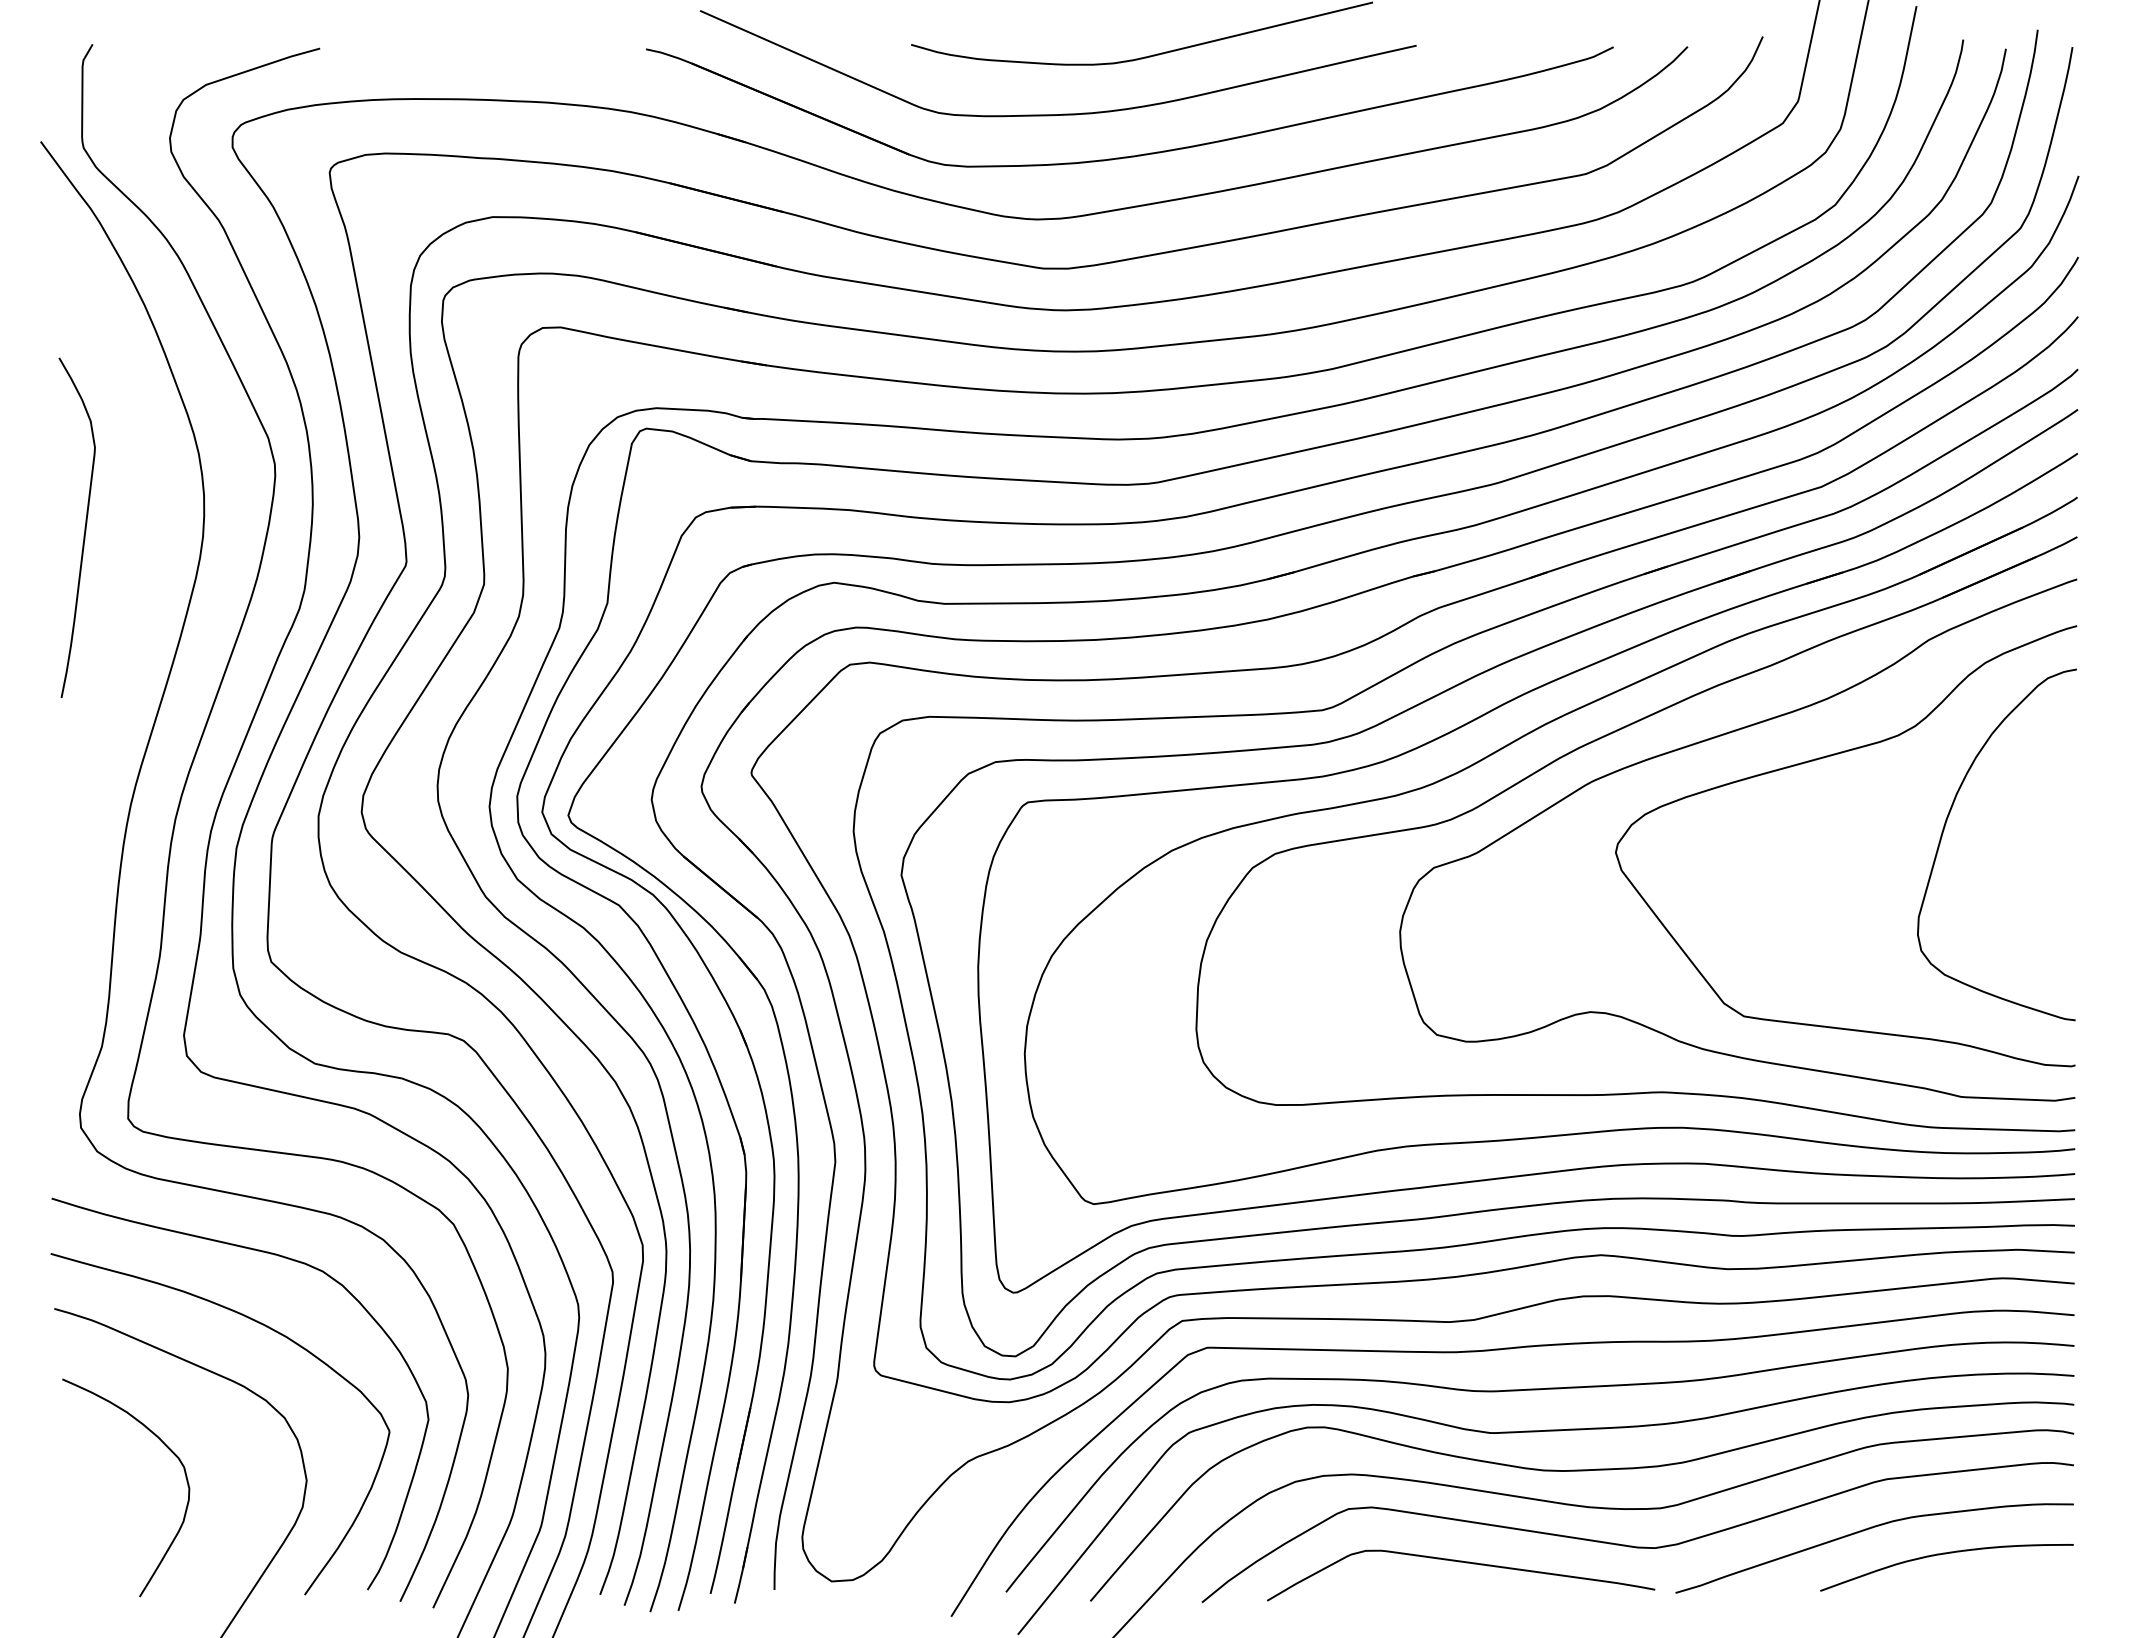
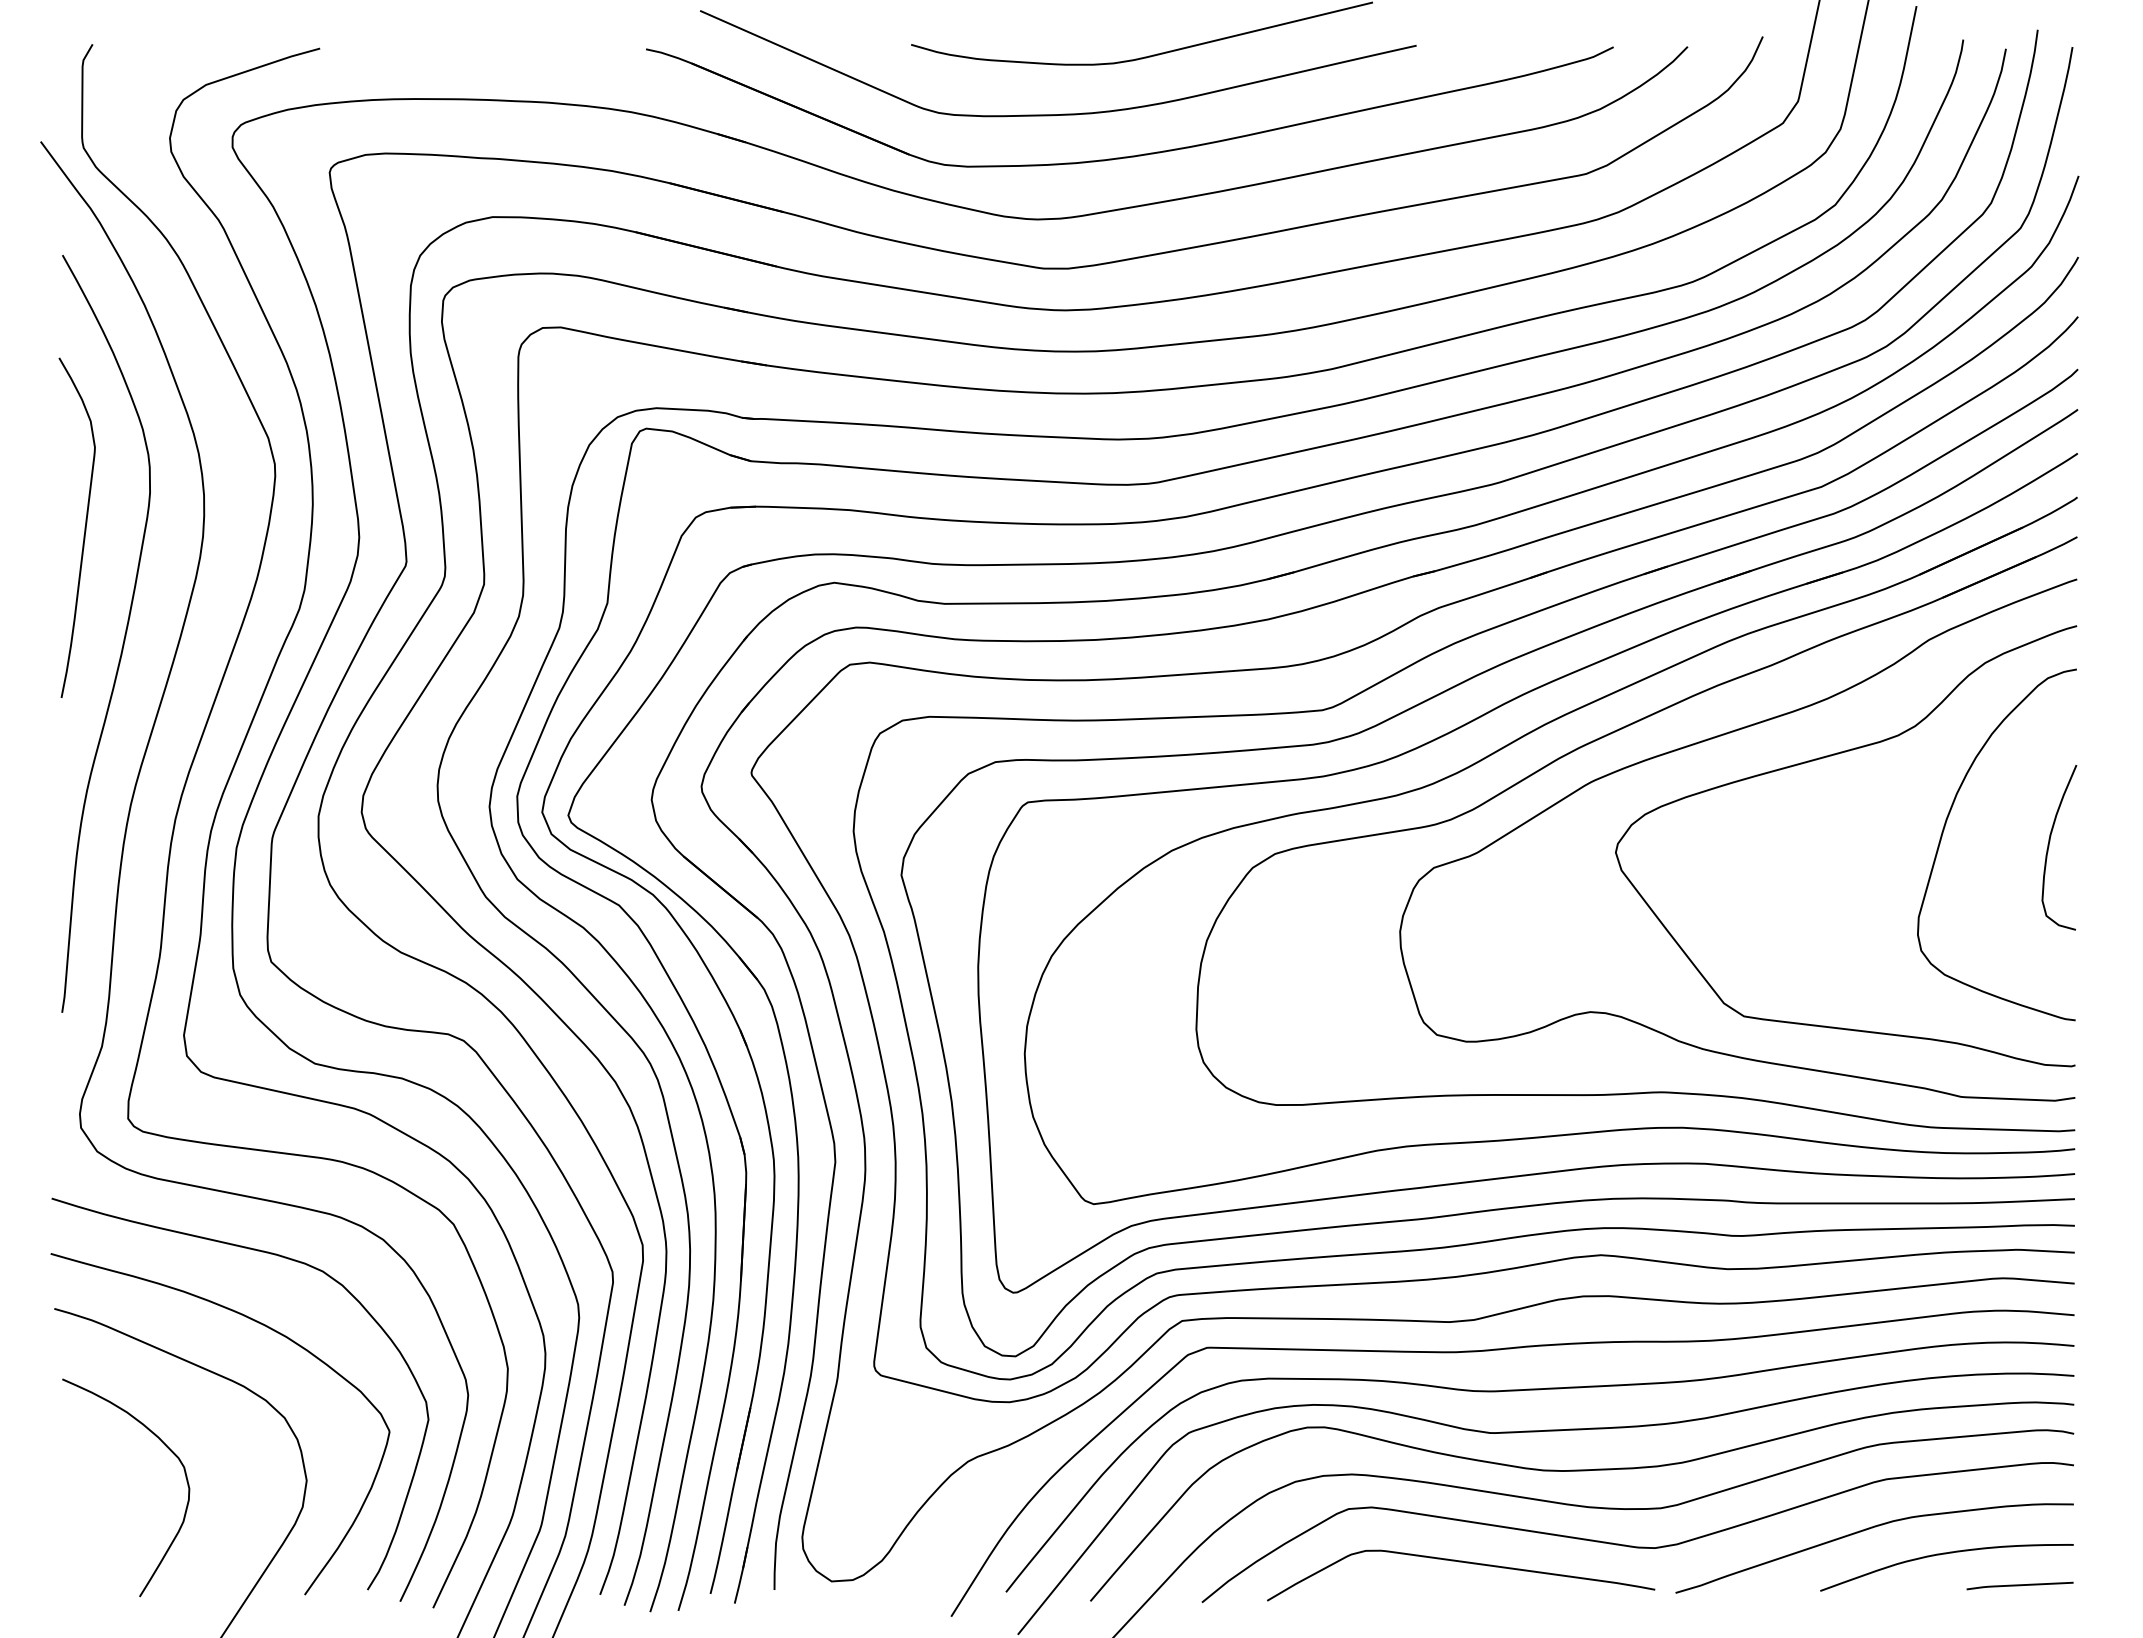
curve at (123, 638): none -> present
curve at (2049, 846): none -> present
line at (2019, 1585): none -> present
